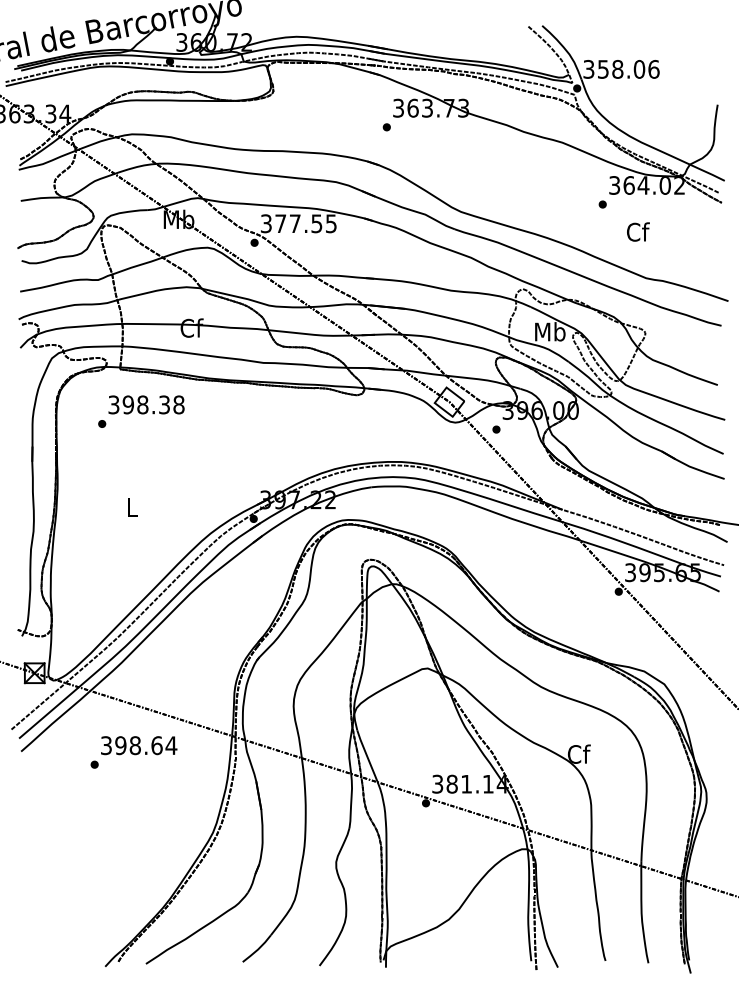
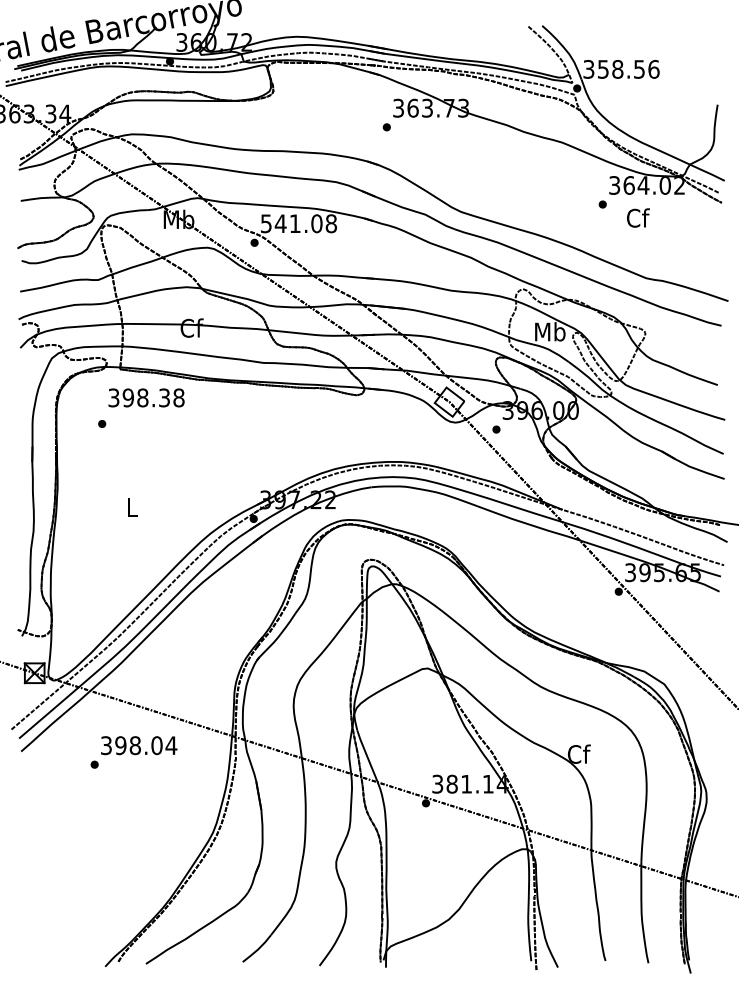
text at (639, 69): 358.06 -> 358.56
text at (298, 223): 377.55 -> 541.08
text at (638, 231) position: (638, 231) -> (638, 217)
text at (146, 404) position: (146, 404) -> (146, 397)
text at (156, 745): 398.64 -> 398.04
